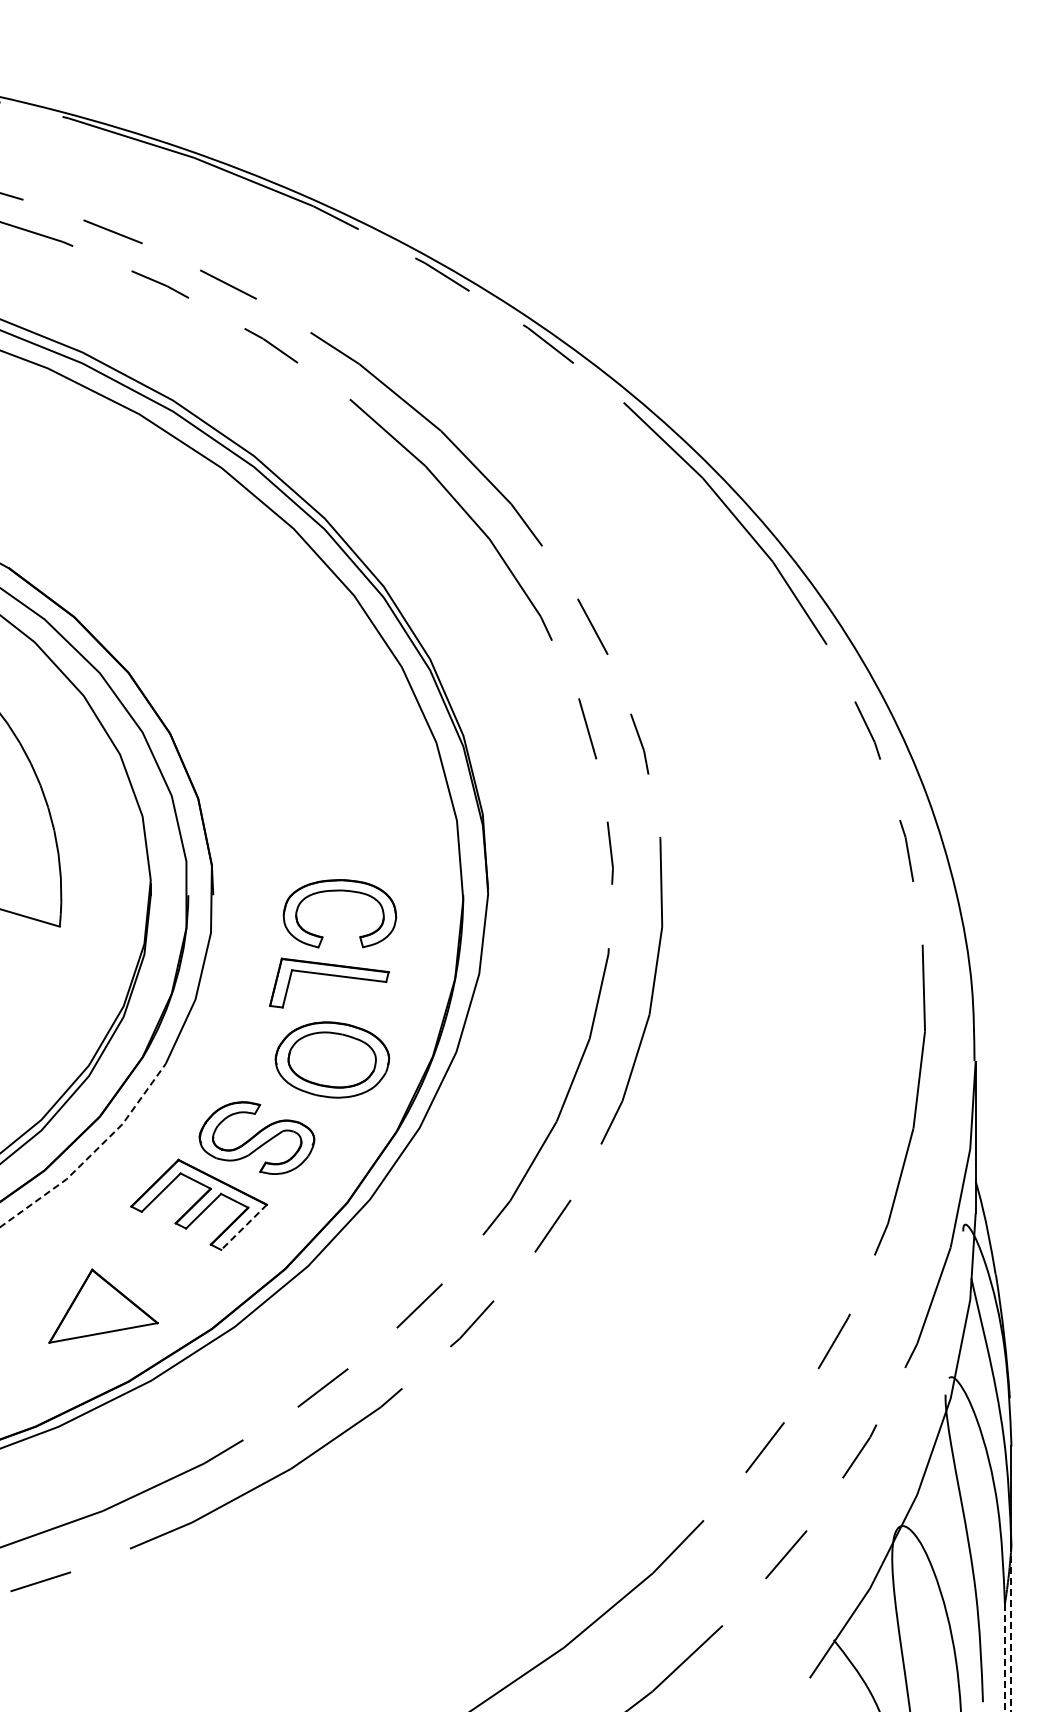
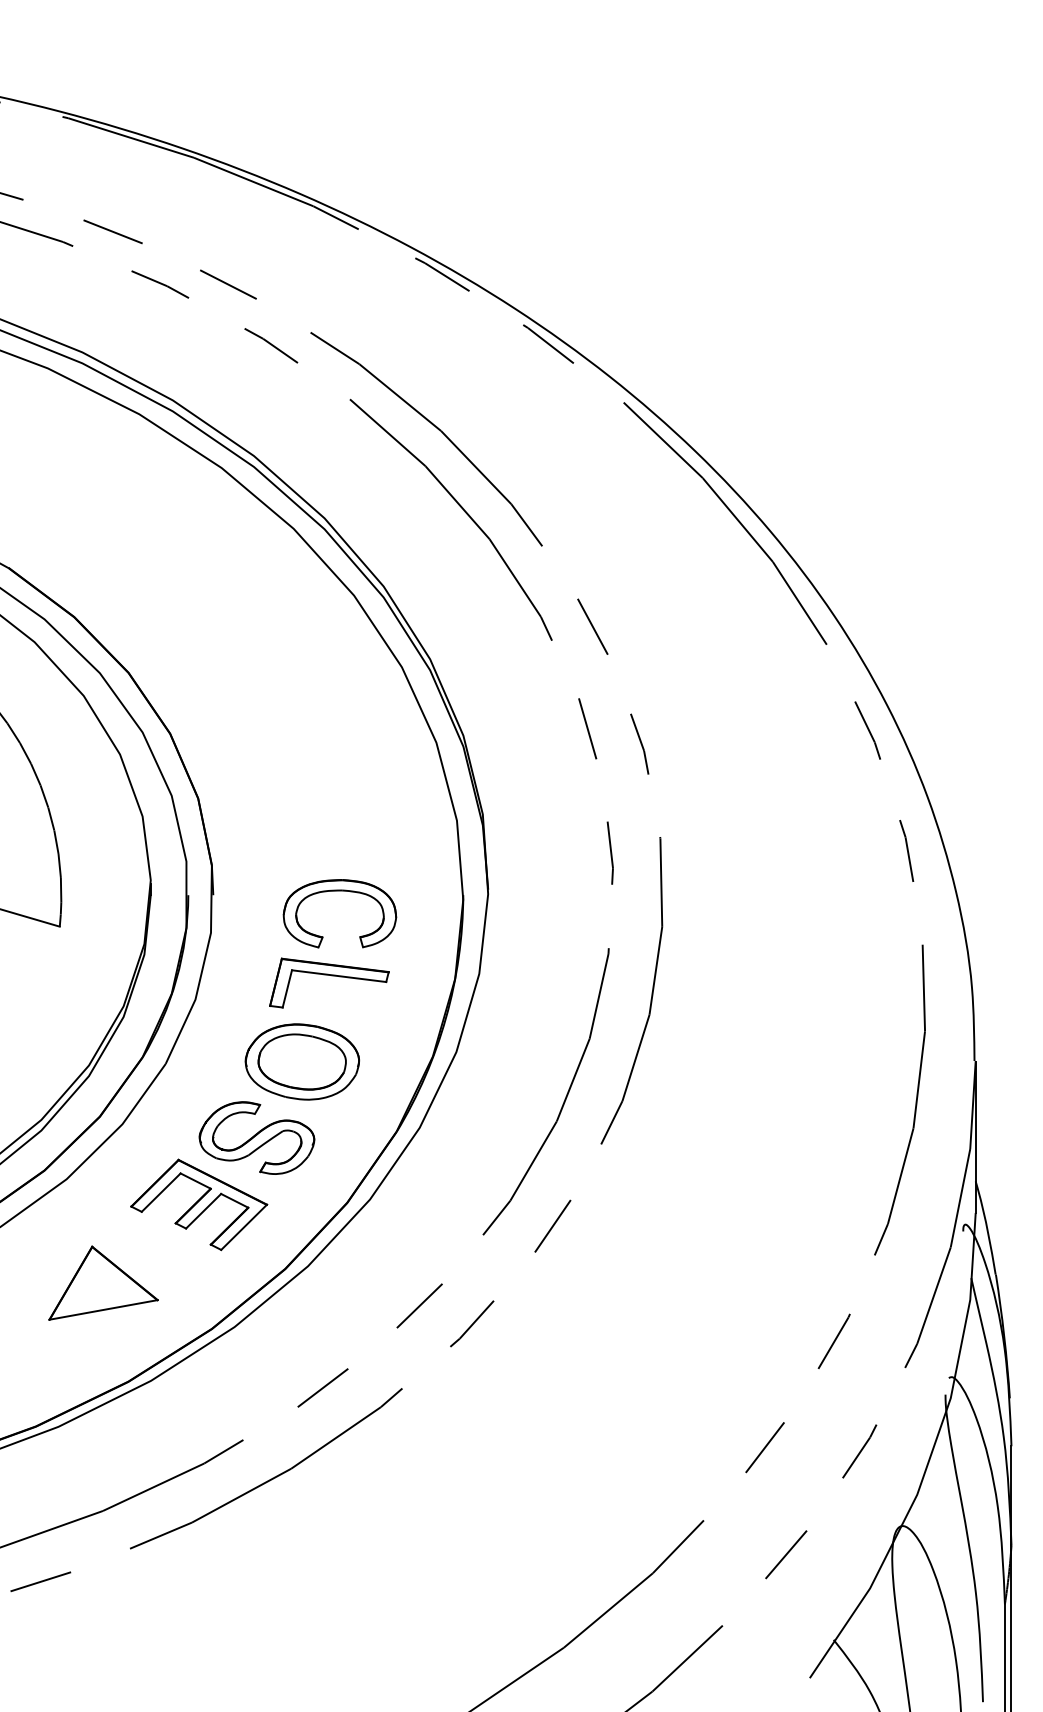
part at (331, 1059) position: (331, 1059) -> (301, 1061)
line at (92, 1154): dashed -> solid
line at (243, 1227): dashed -> solid
part at (103, 1305) position: (103, 1305) -> (103, 1282)
line at (1011, 1628): dashed -> solid
line at (1004, 1658): dashed -> solid
